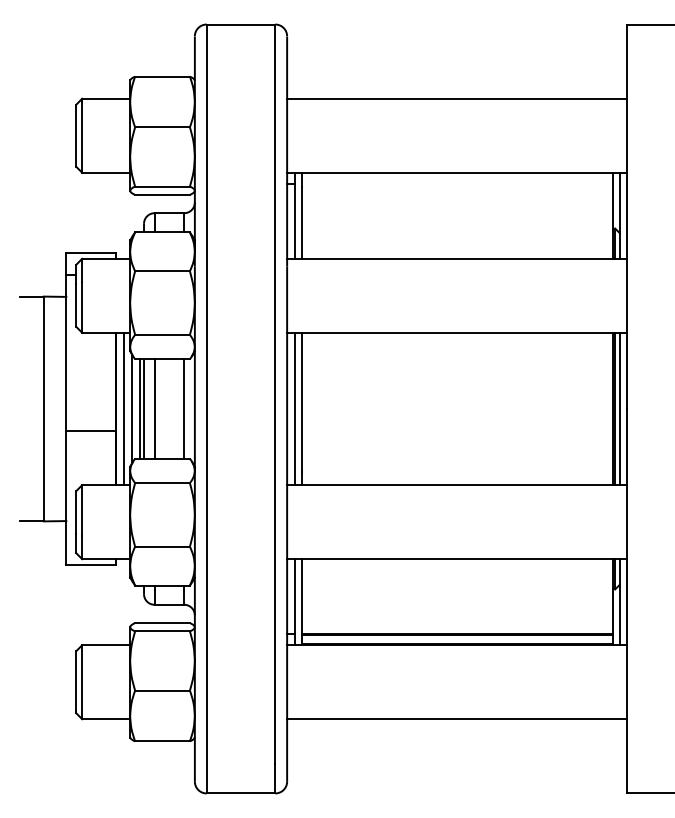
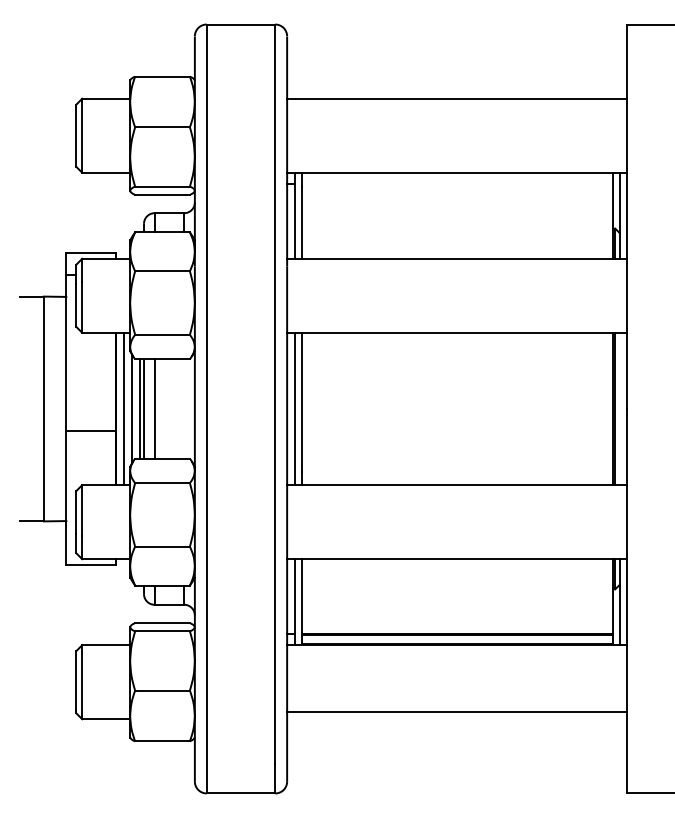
line at (184, 408): present -> none
line at (619, 408): present -> none
line at (456, 719) position: (456, 719) -> (456, 712)
